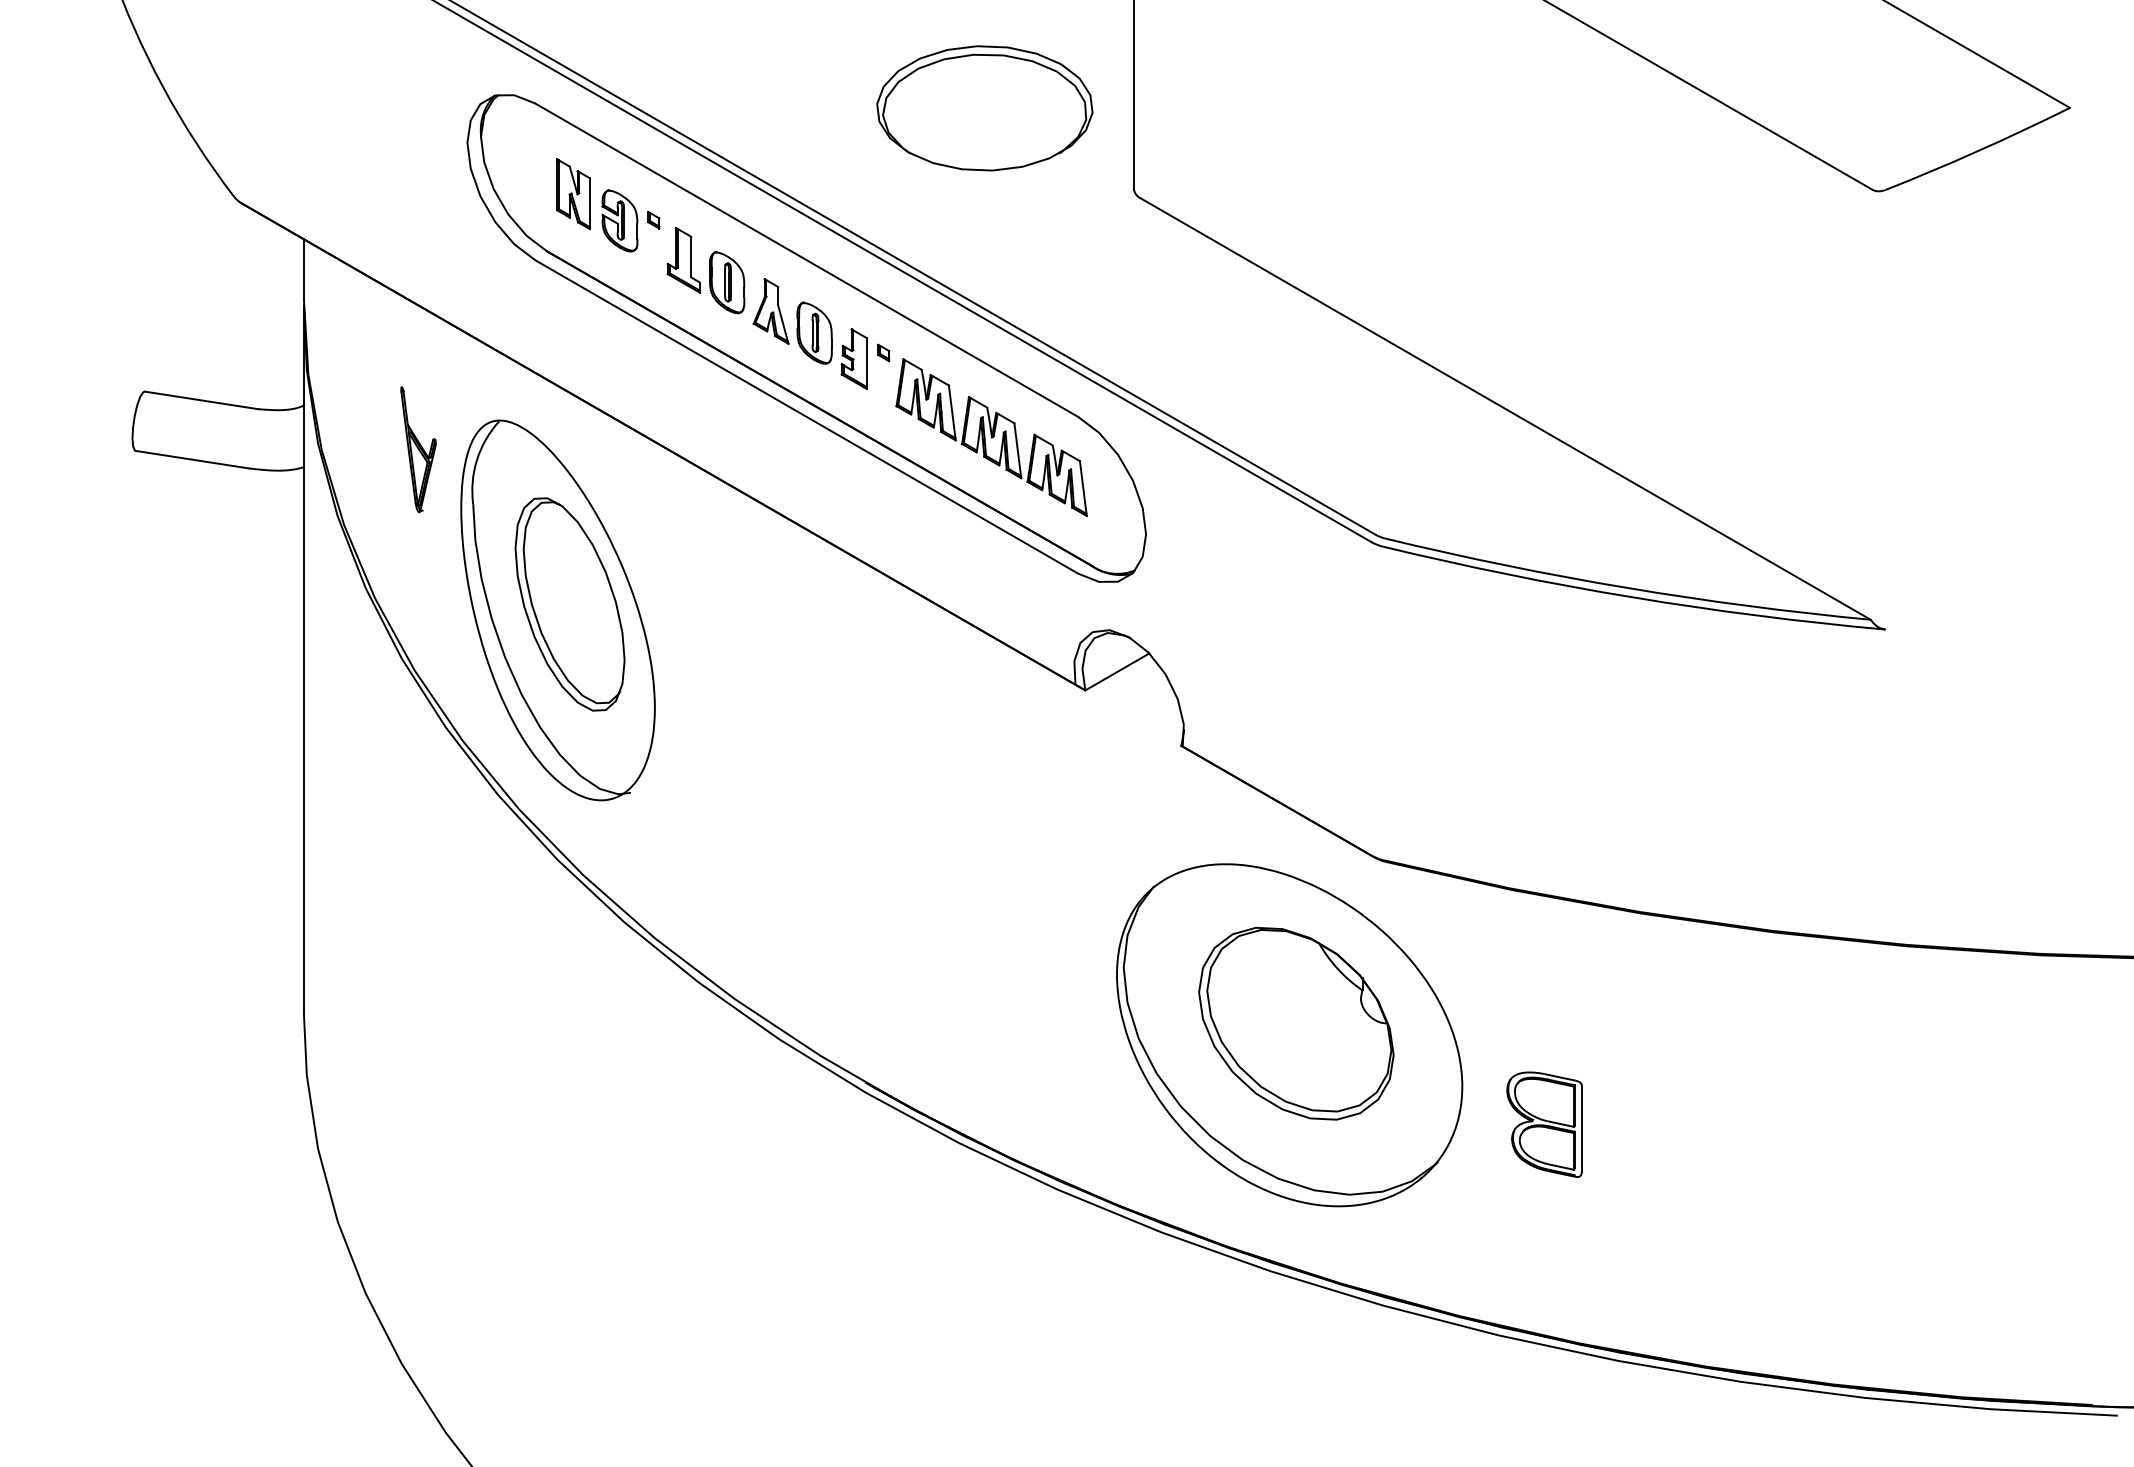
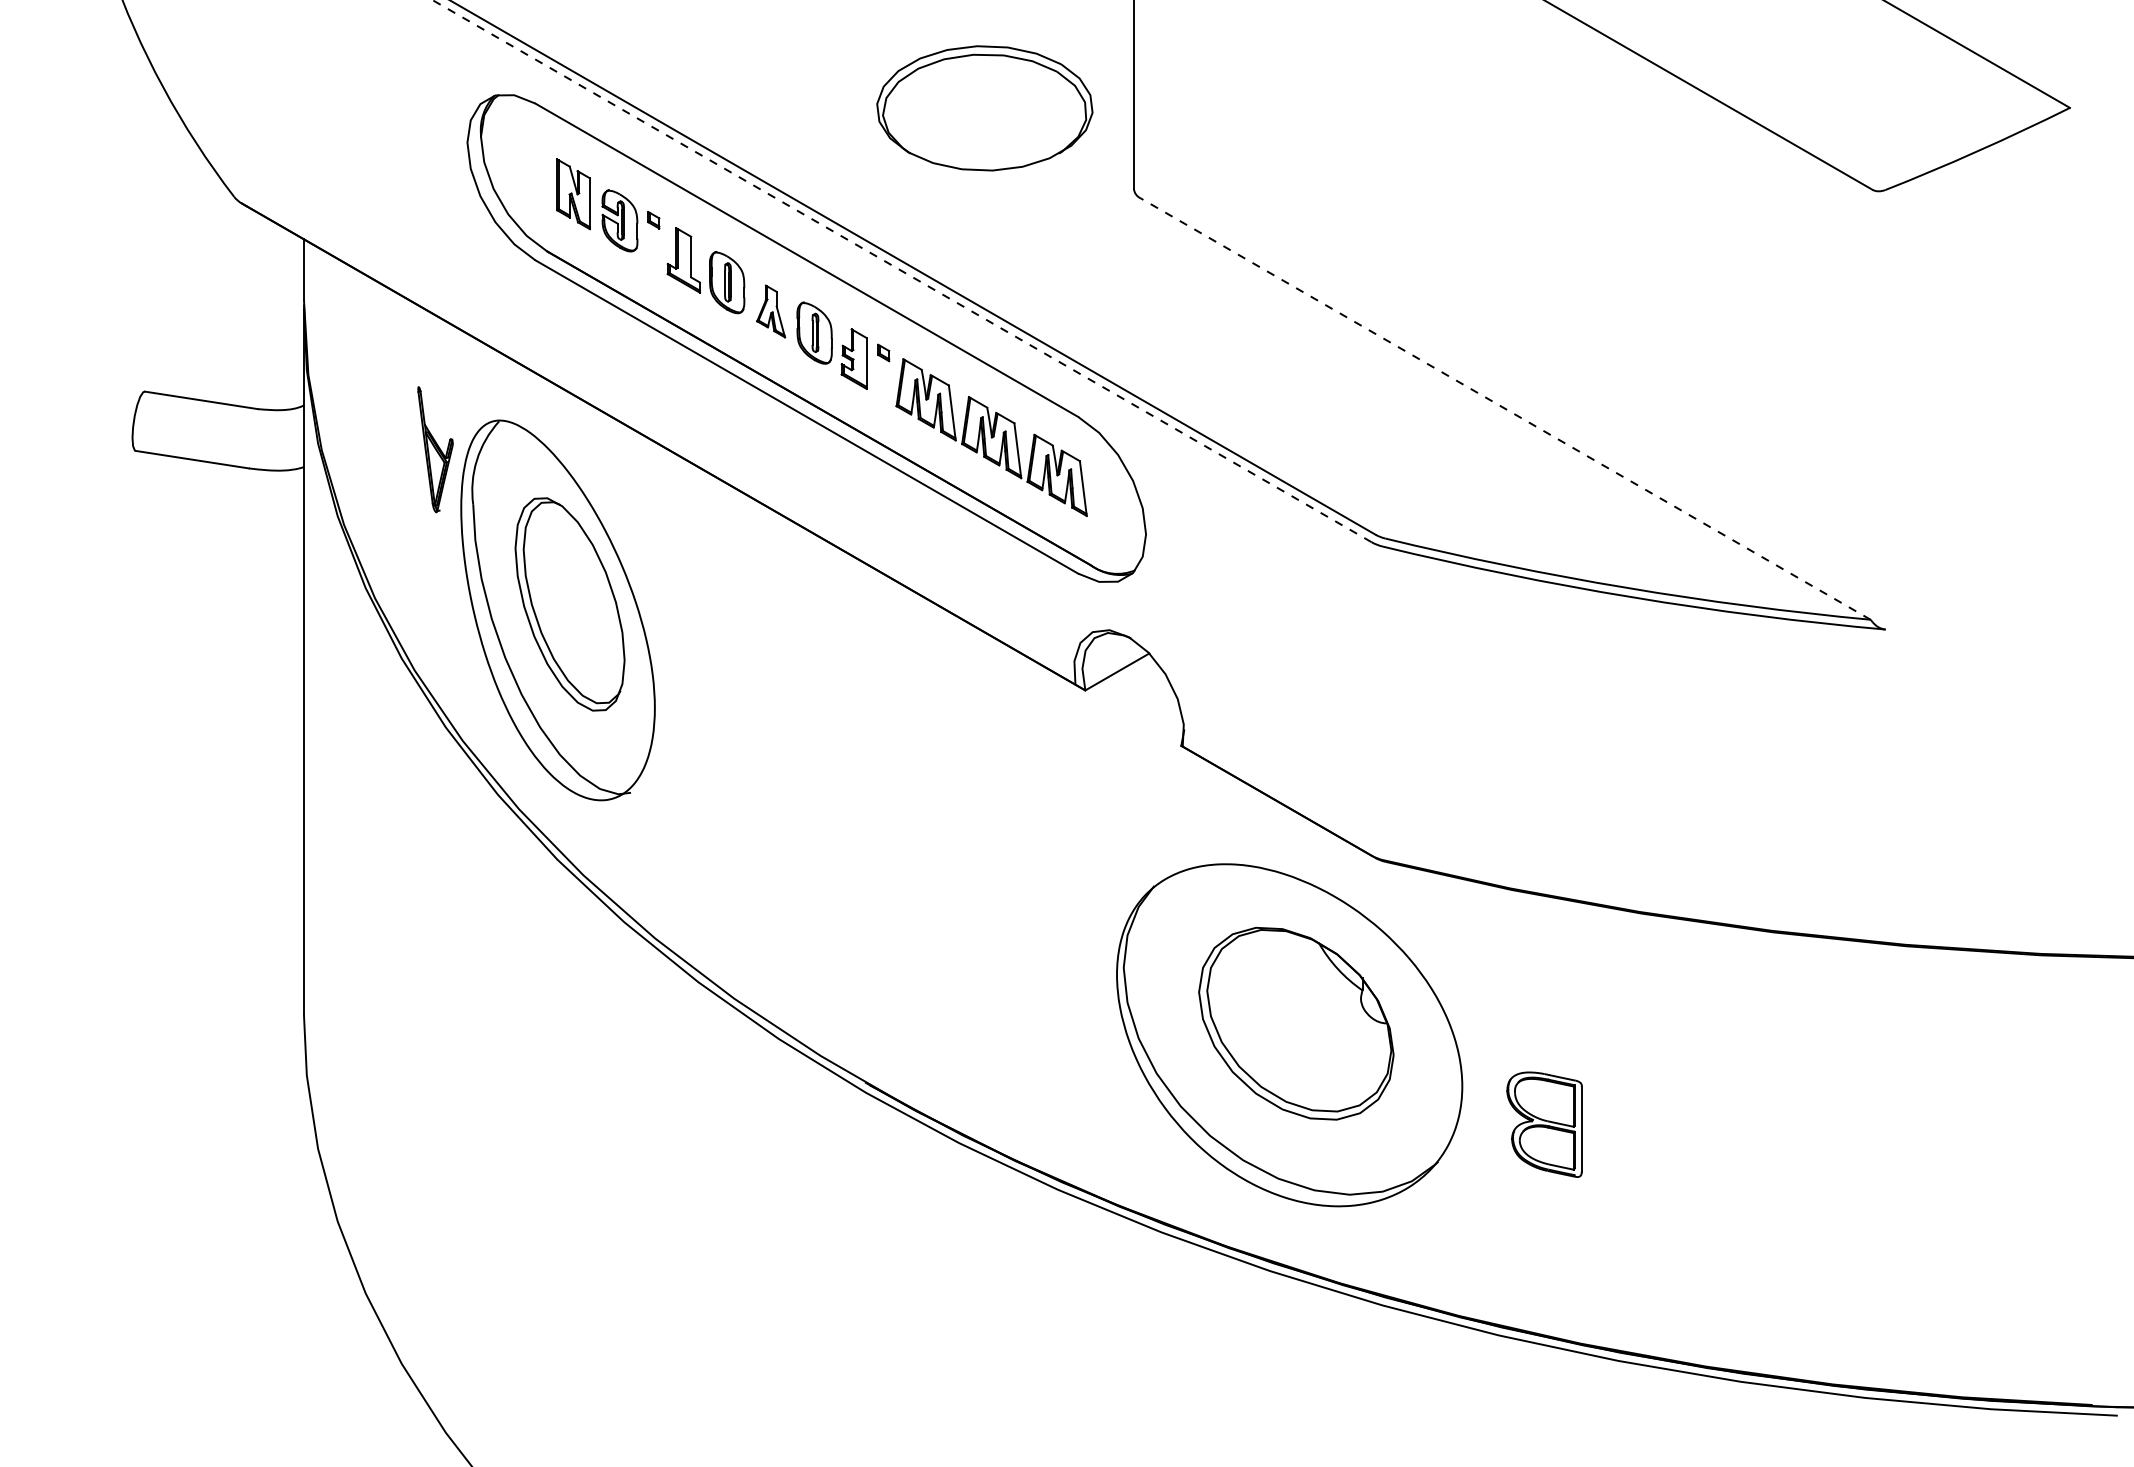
line at (901, 270): solid -> dashed
part at (770, 311) size: 38x67 px -> 31x55 px
line at (1505, 408): solid -> dashed
part at (418, 449) position: (418, 449) -> (435, 449)
